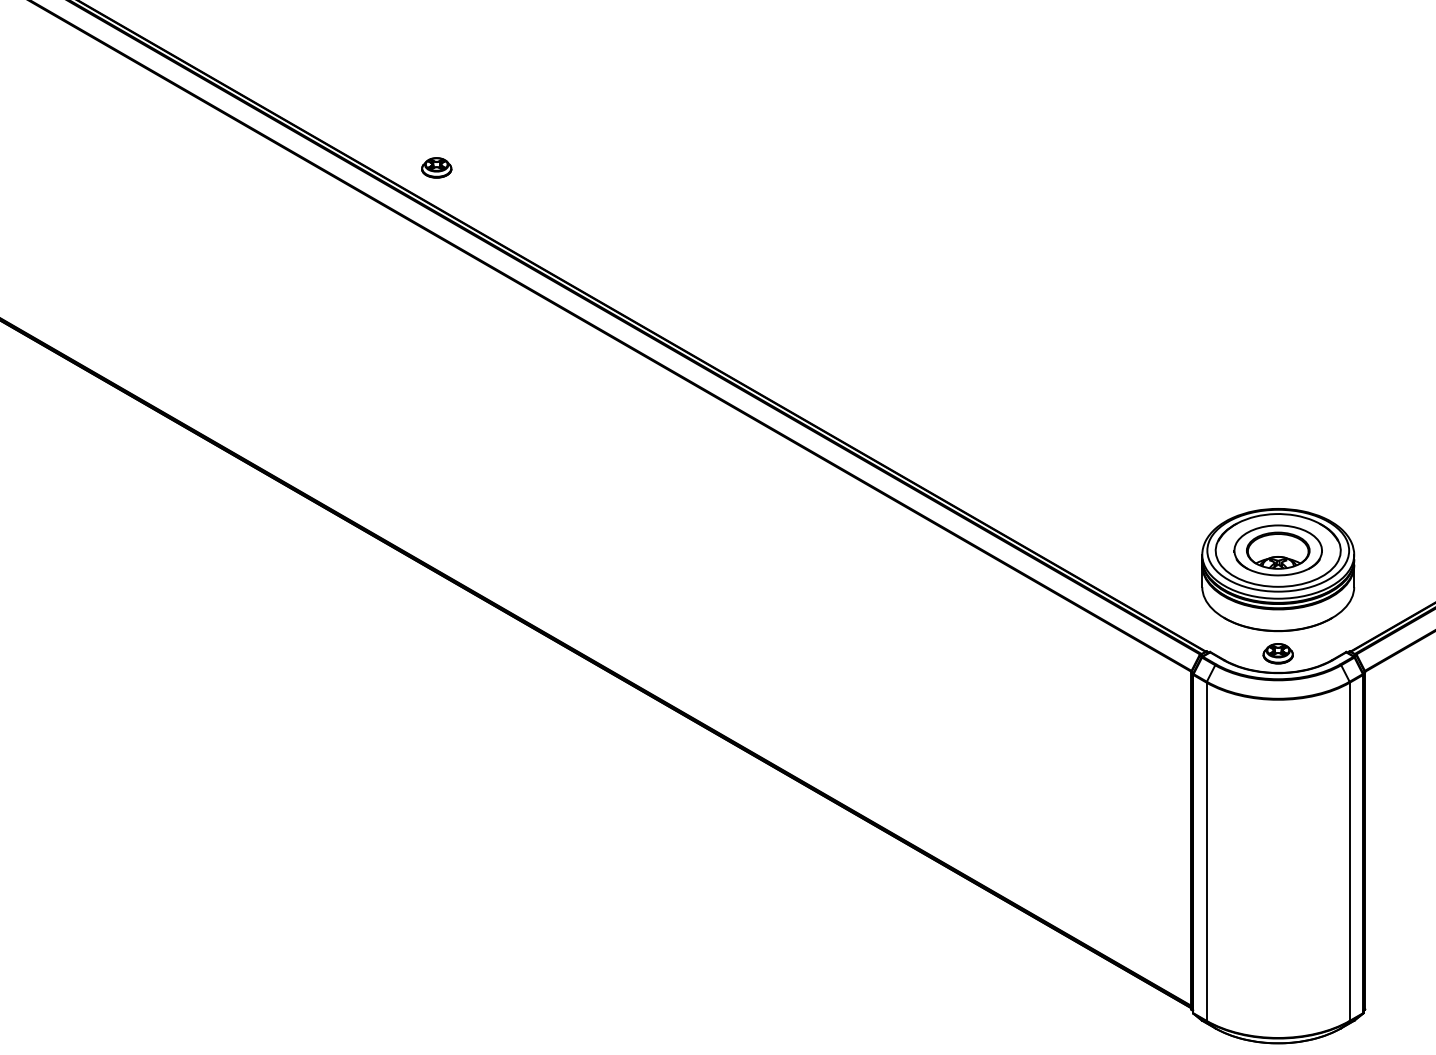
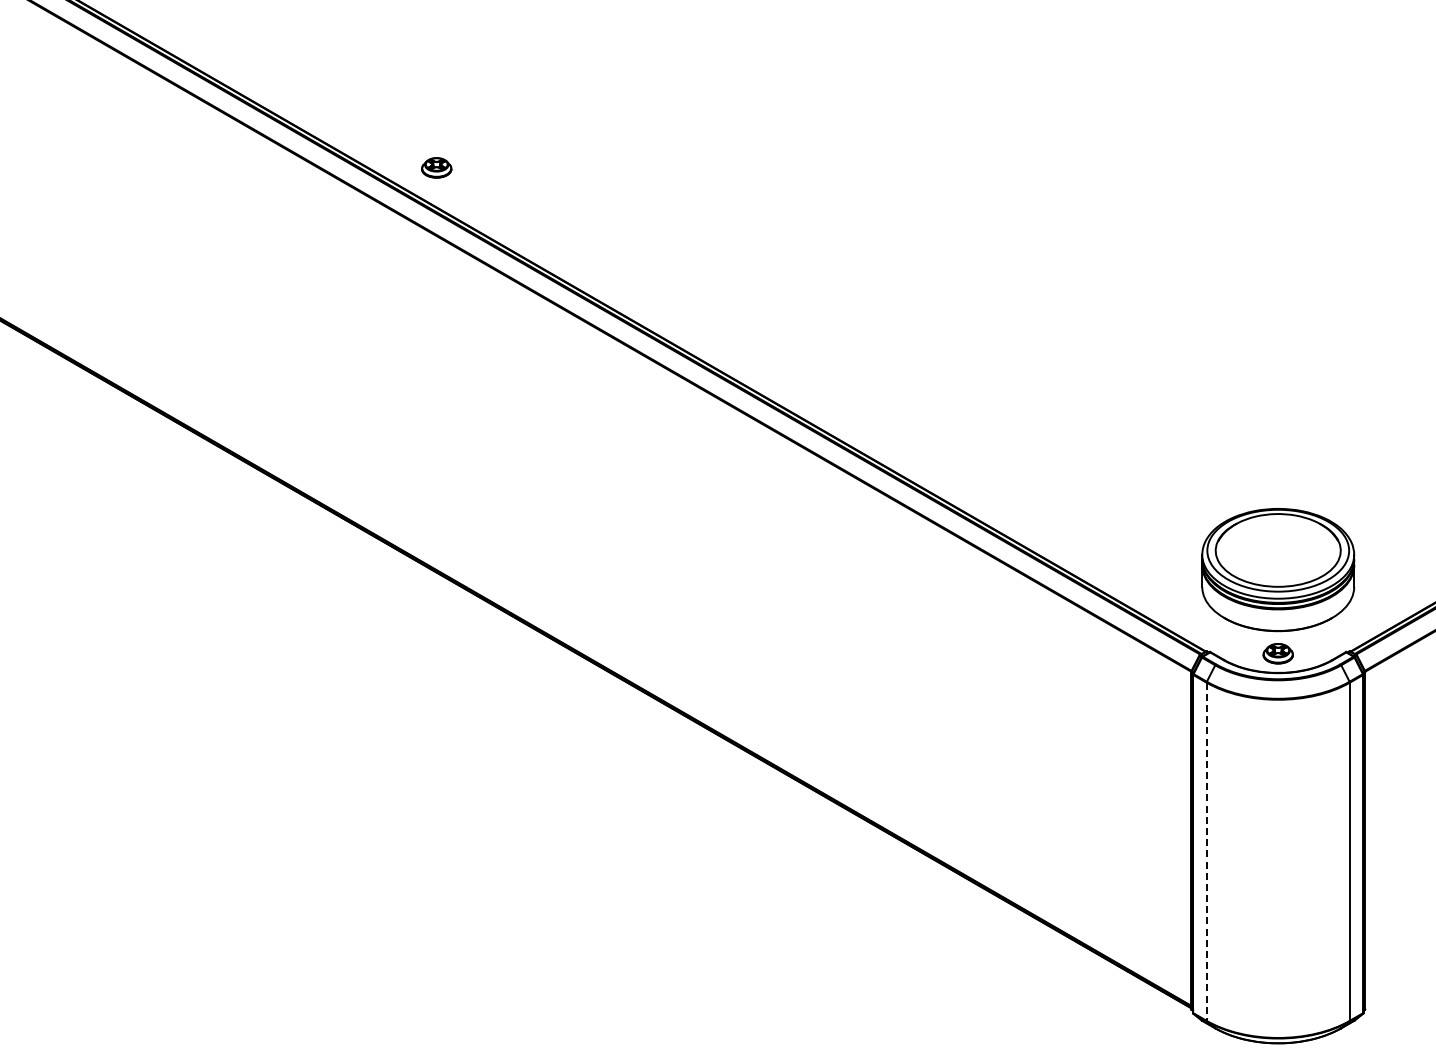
part at (1277, 550): present -> none
line at (1206, 852): solid -> dashed
